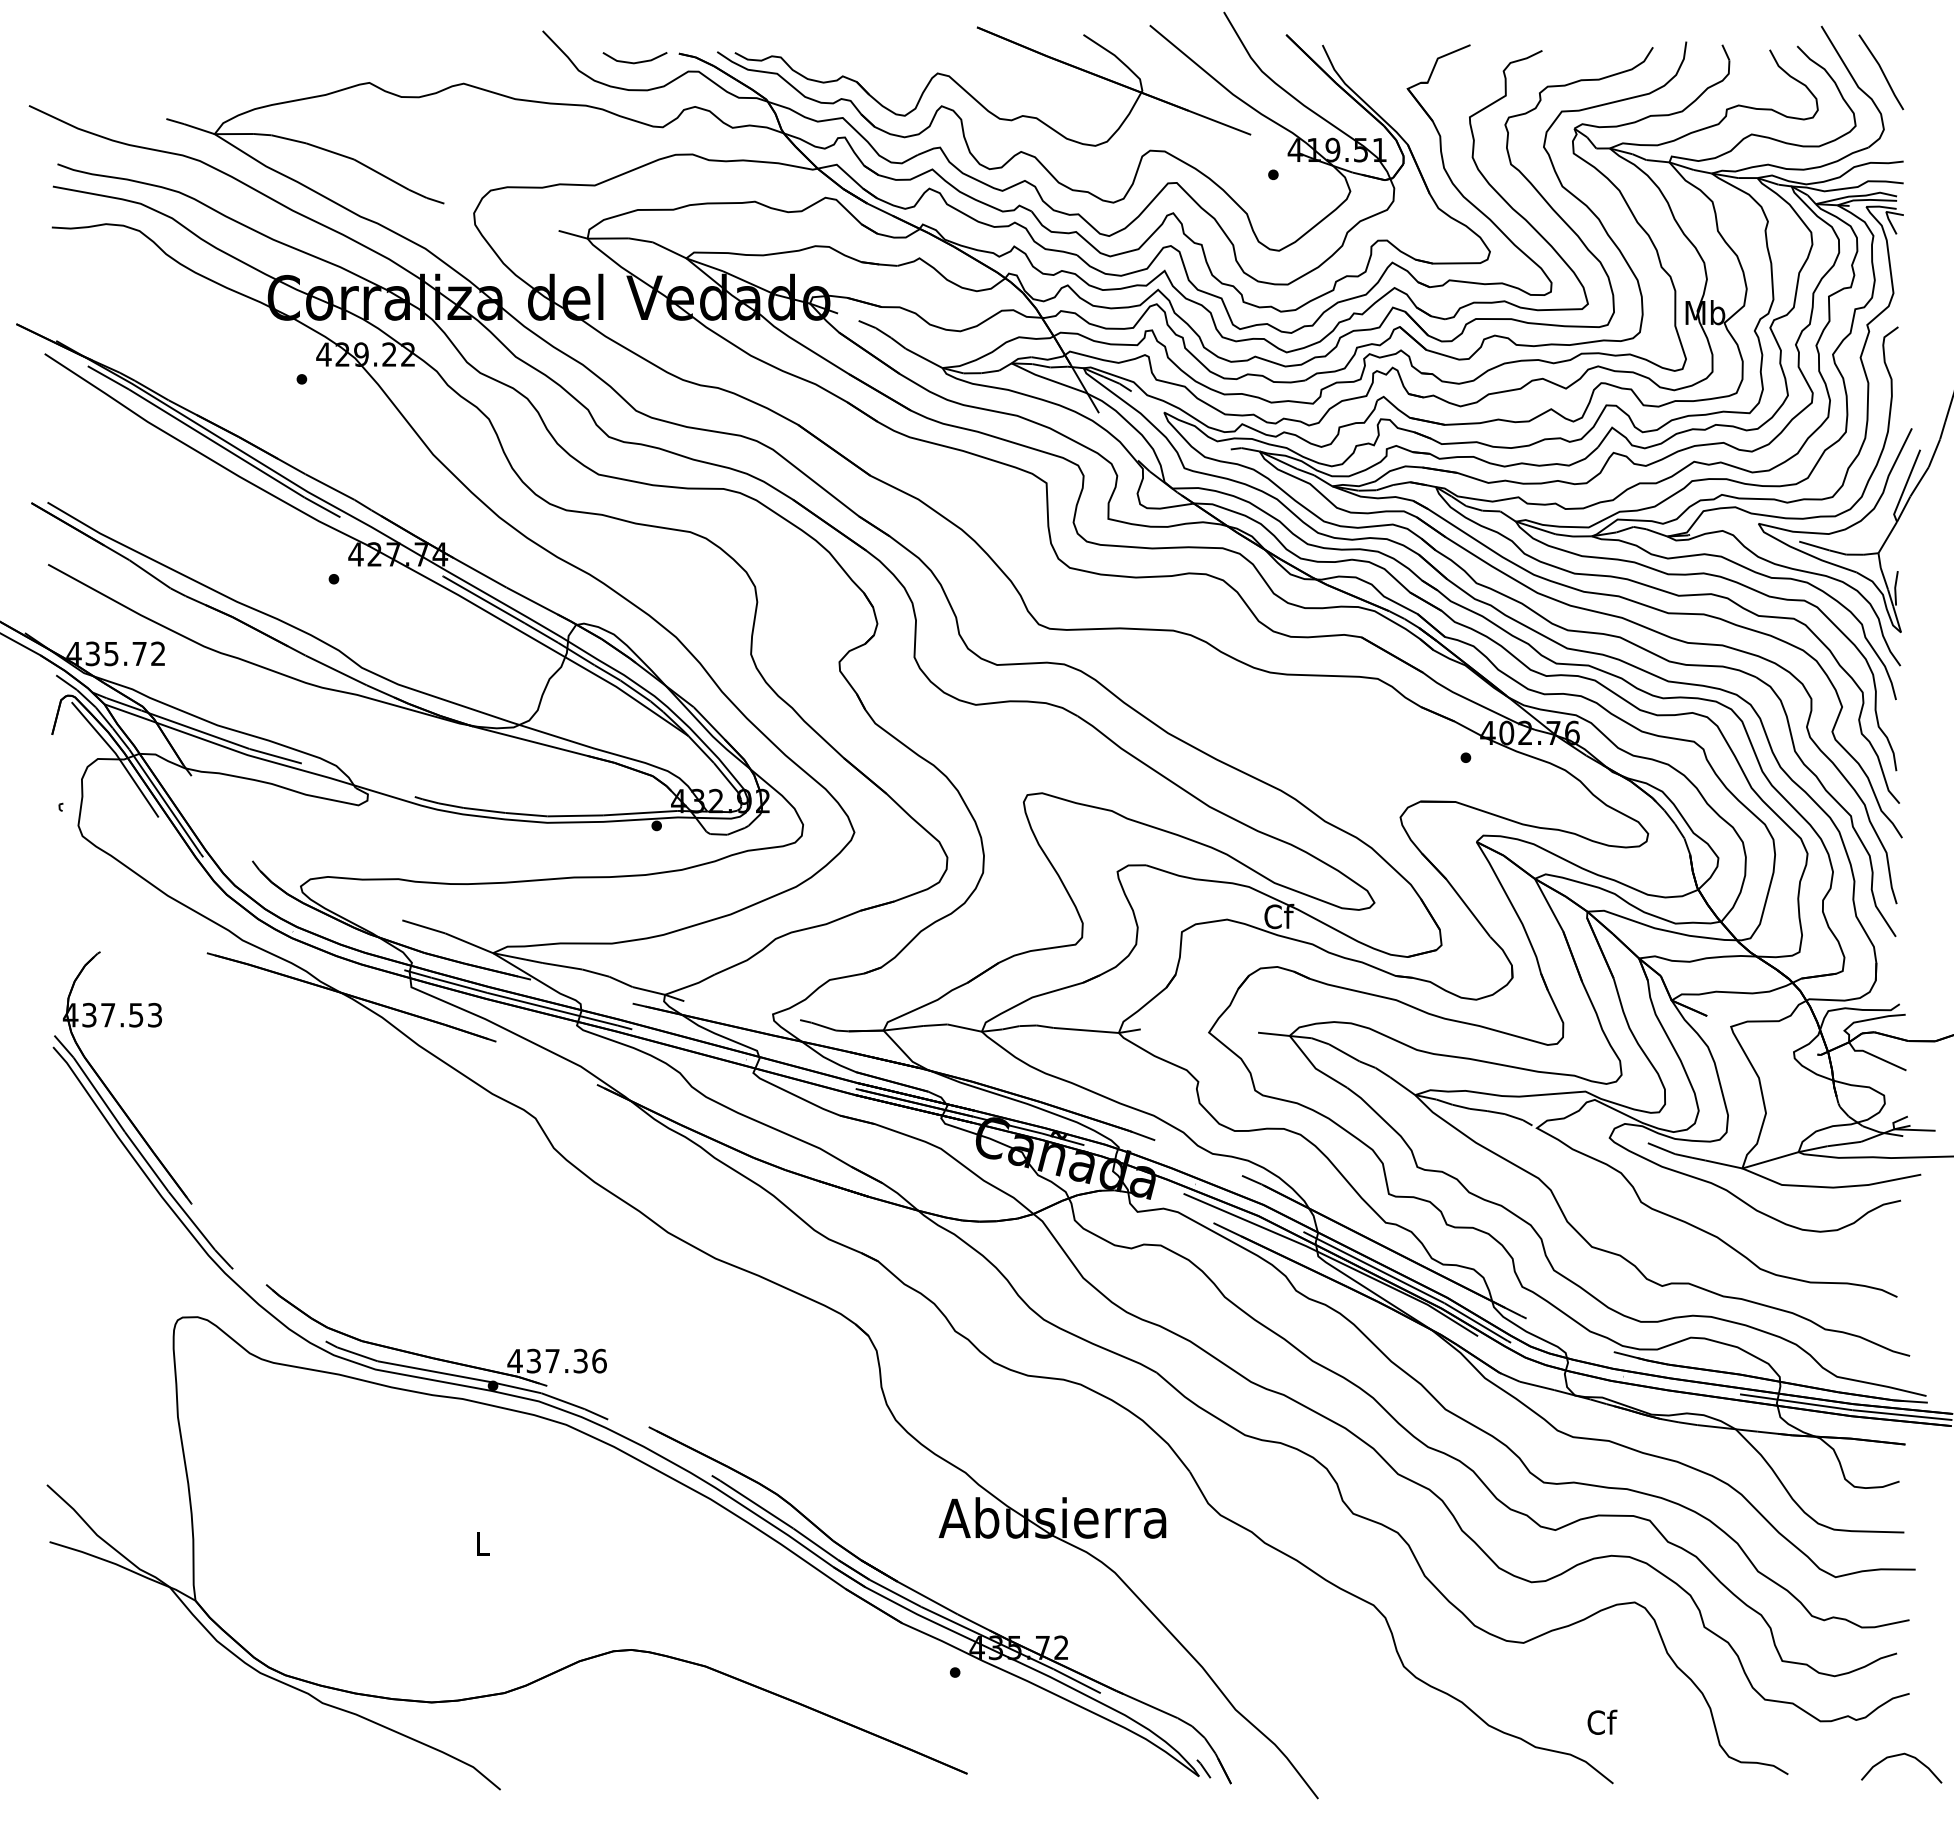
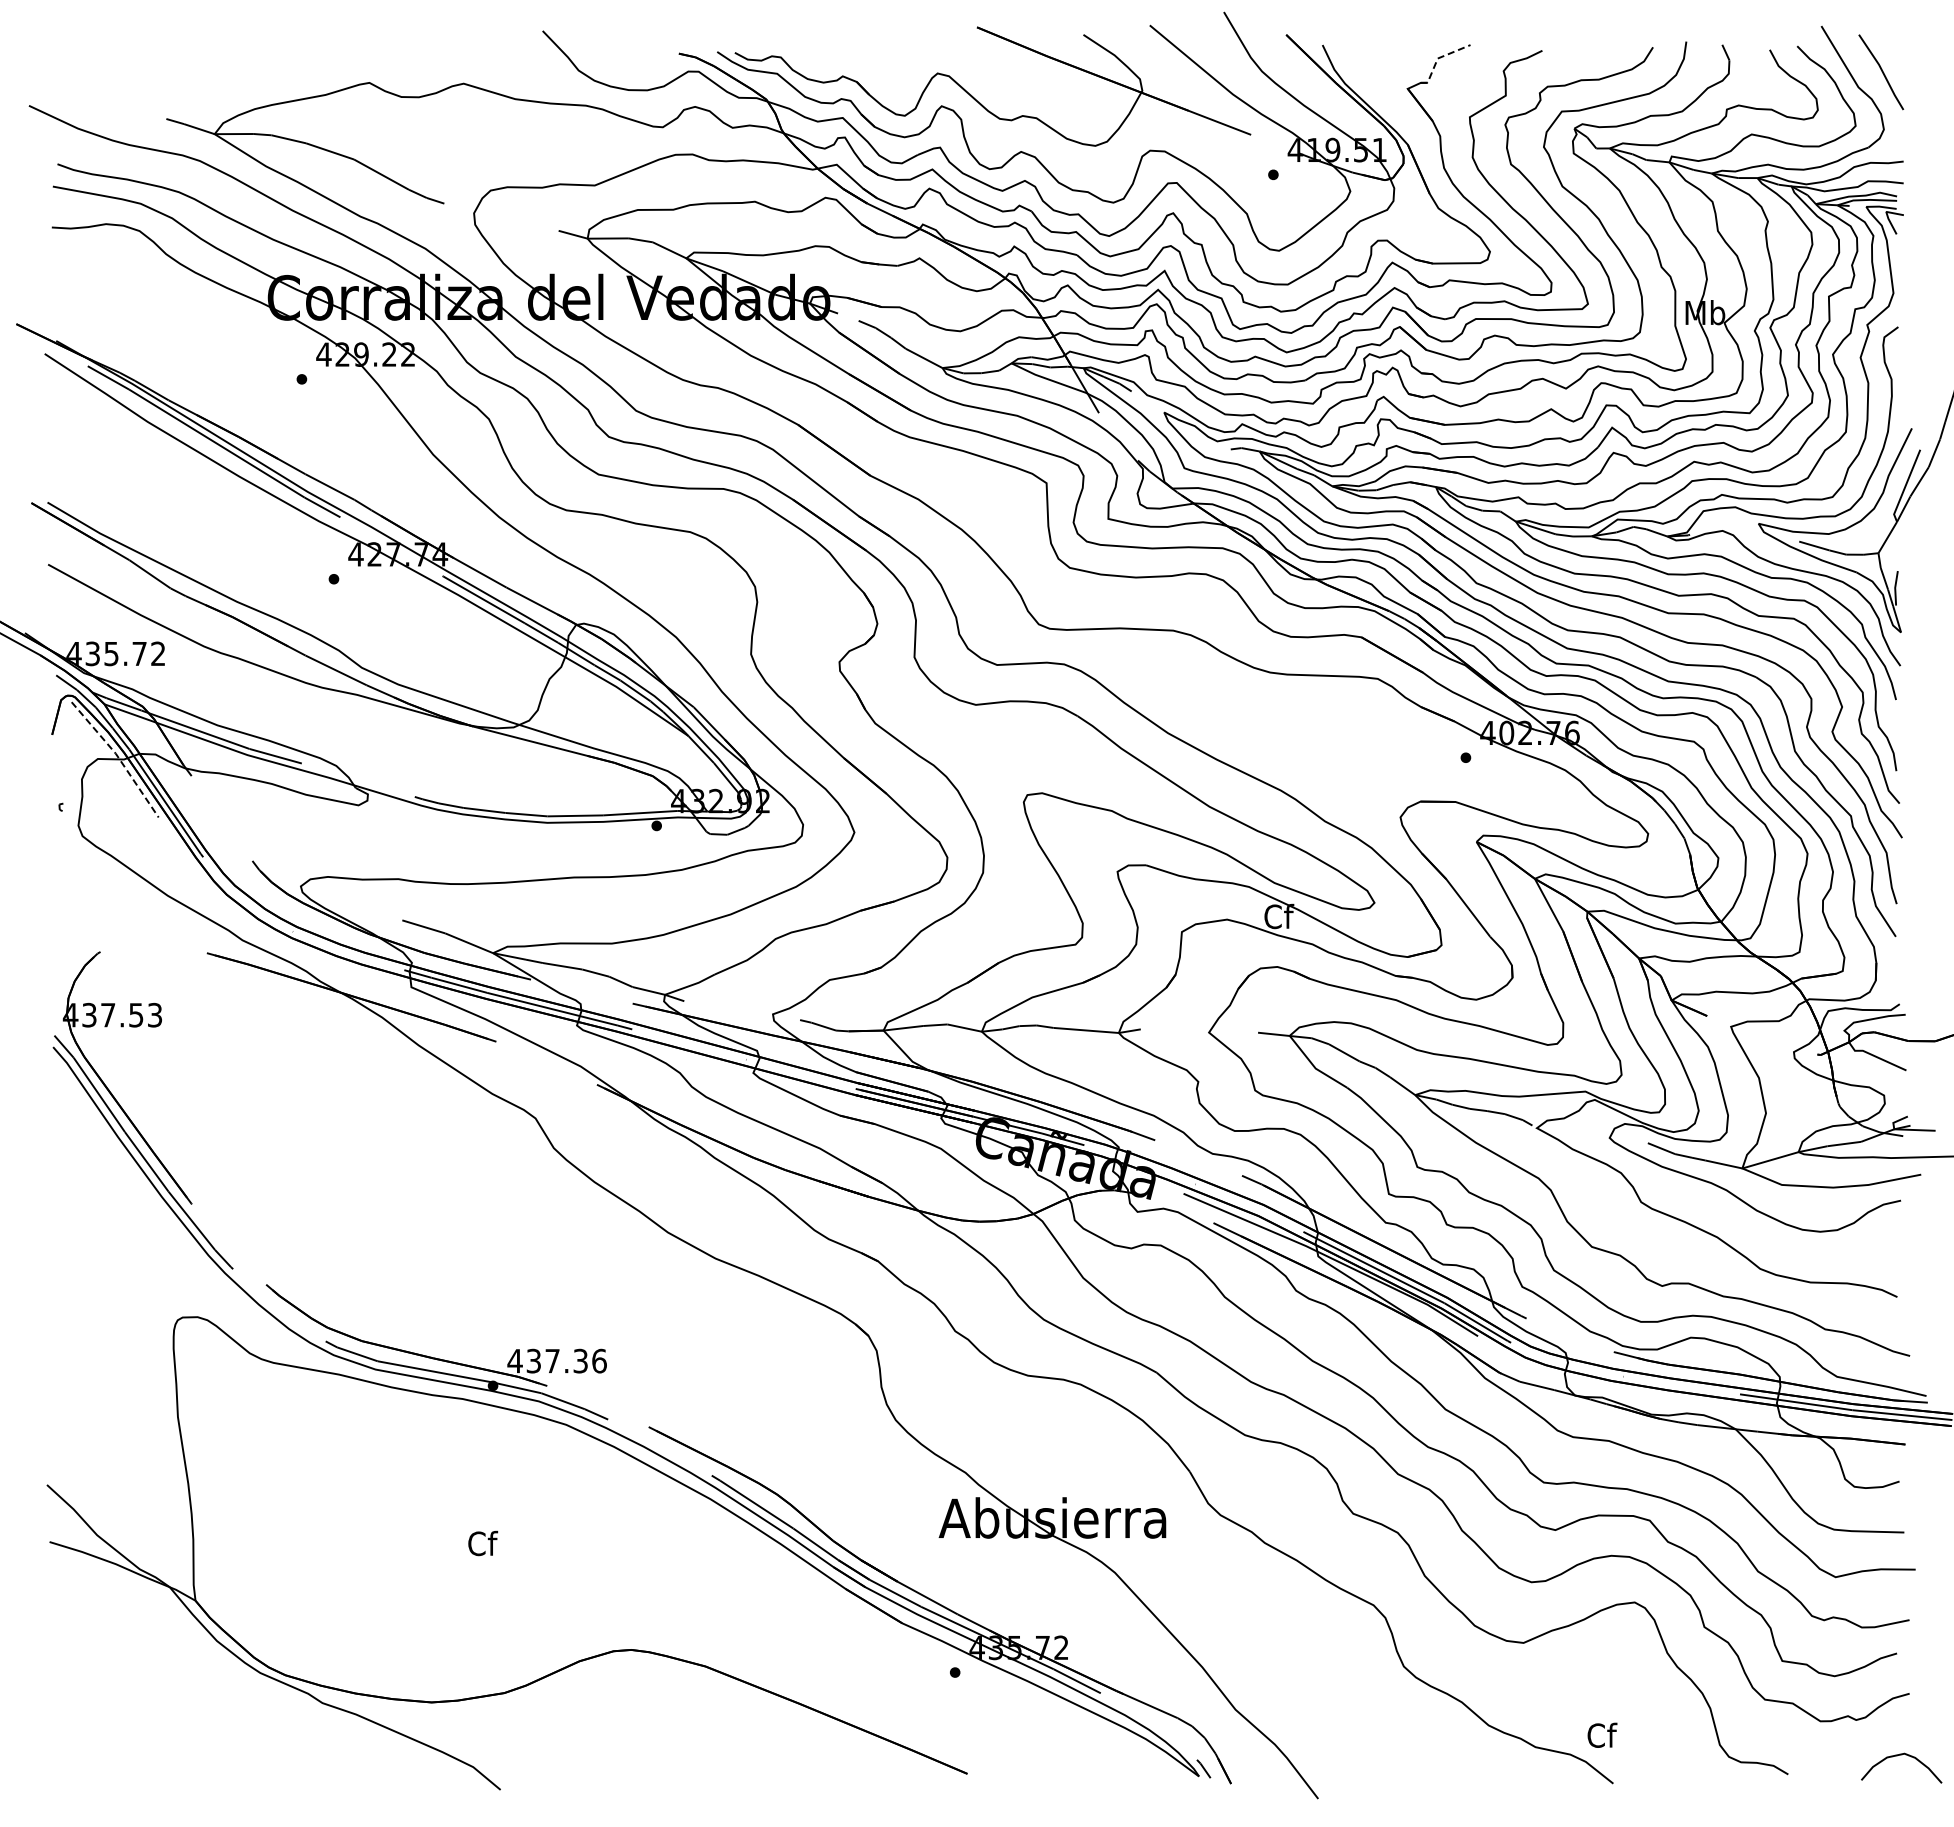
line at (1437, 58): solid -> dashed
line at (634, 62): present -> none
line at (118, 757): solid -> dashed
text at (483, 1543): L -> Cf
text at (1602, 1721) position: (1602, 1721) -> (1602, 1734)
